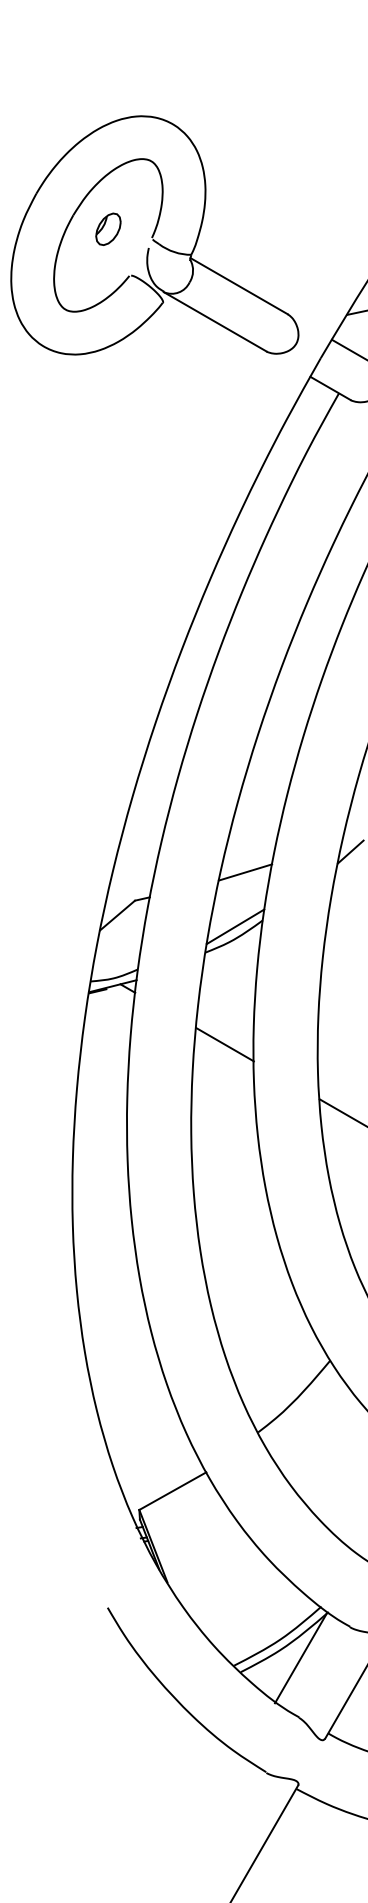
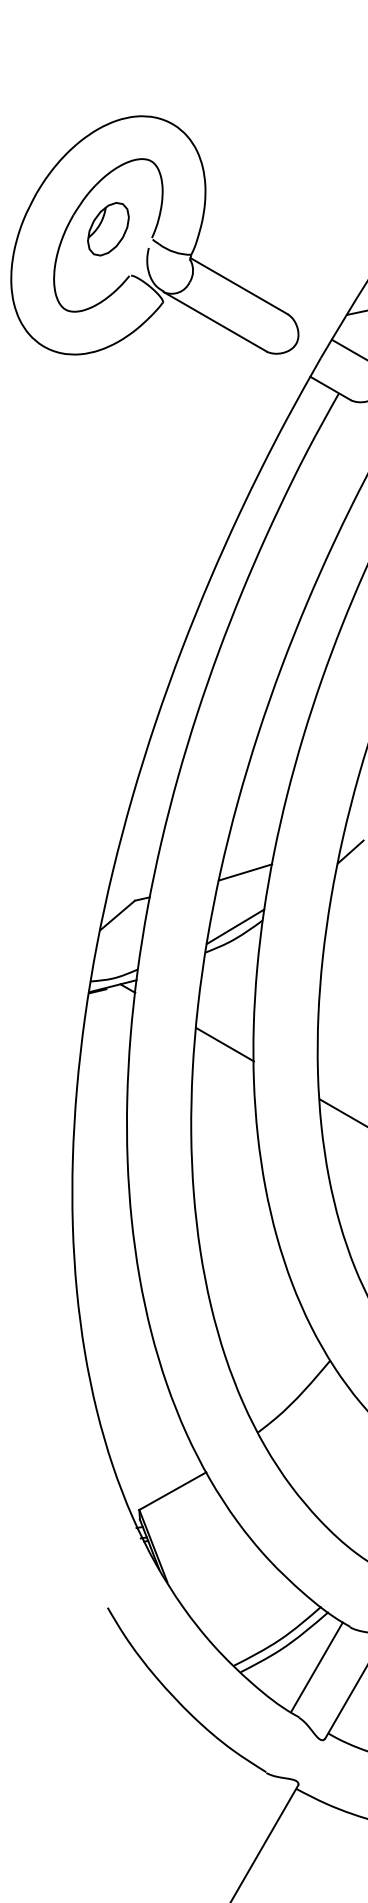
part at (108, 228) size: 27x34 px -> 43x55 px
line at (300, 1658) position: (300, 1658) -> (316, 1667)
